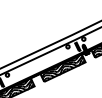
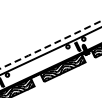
arc at (51, 45): solid -> dashed
